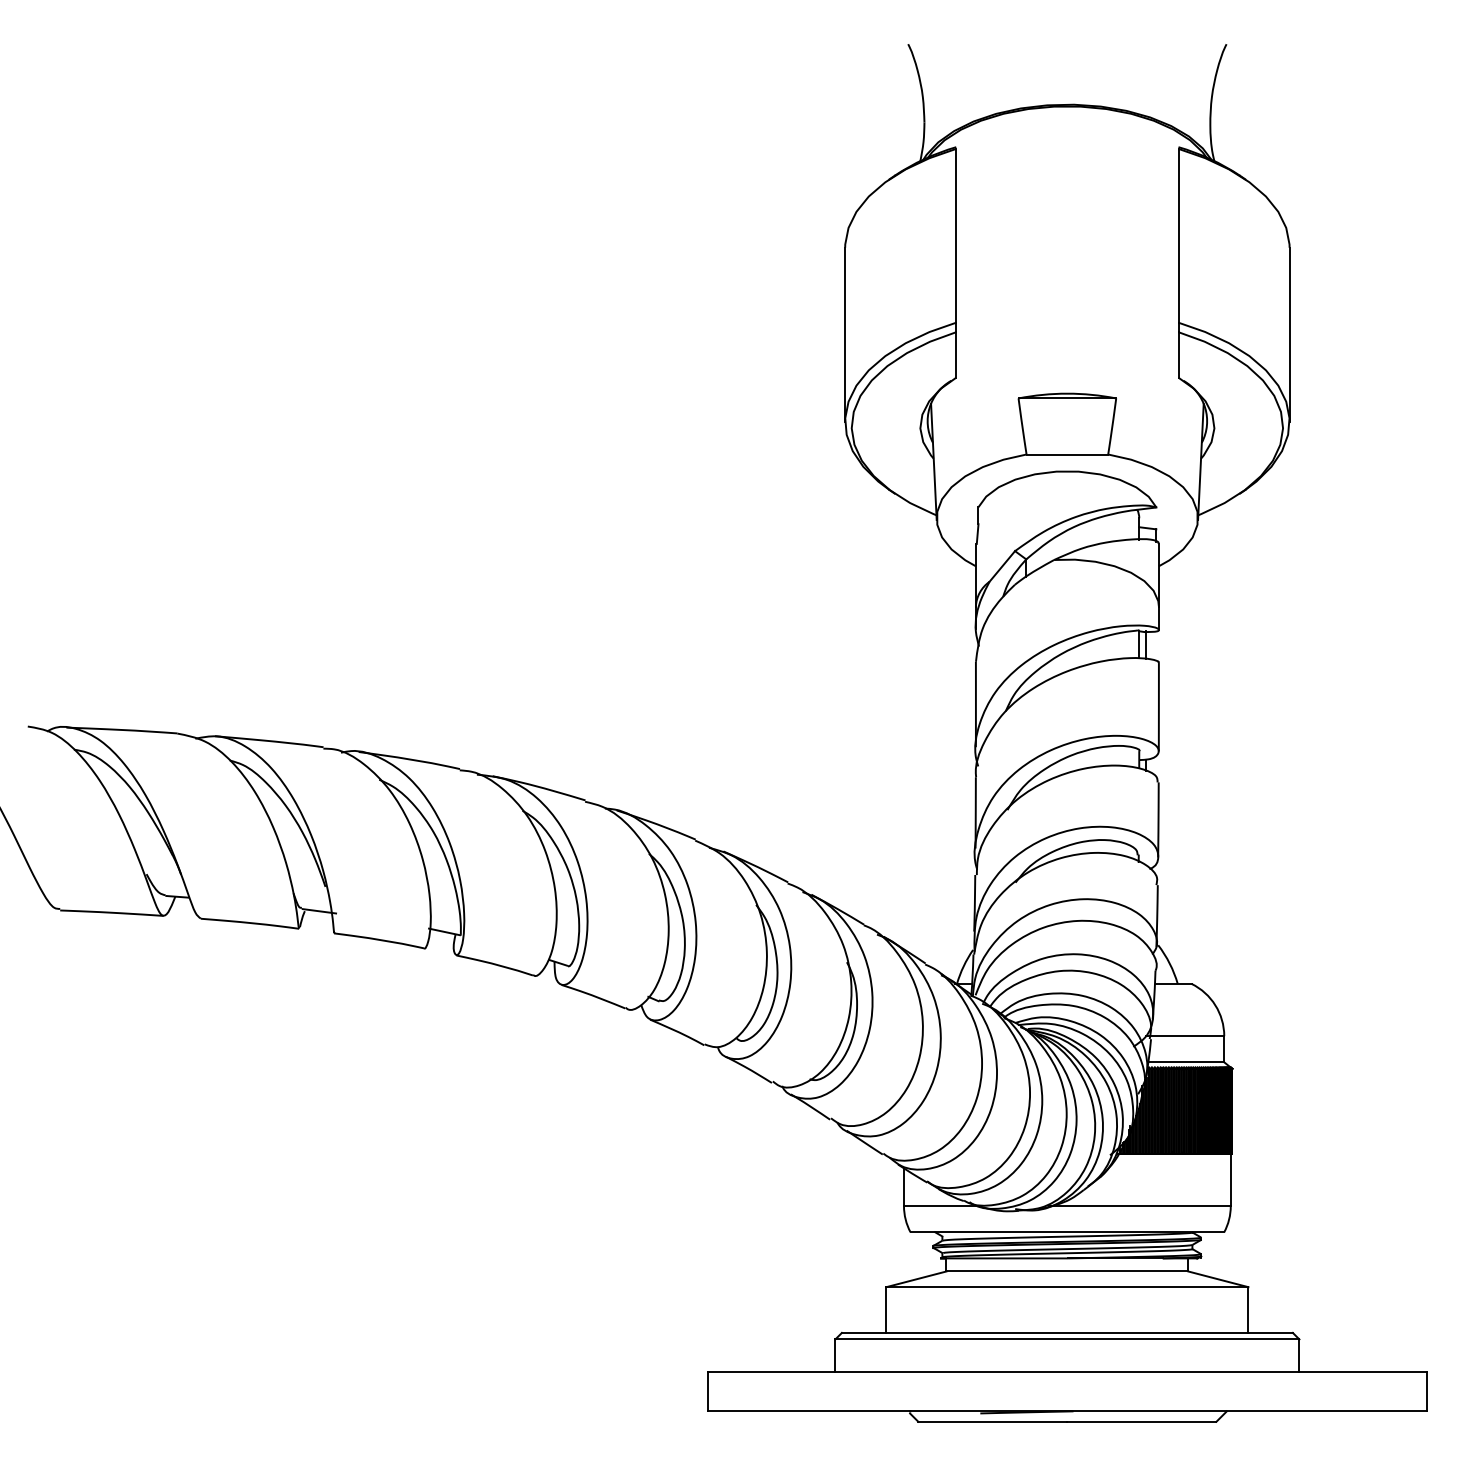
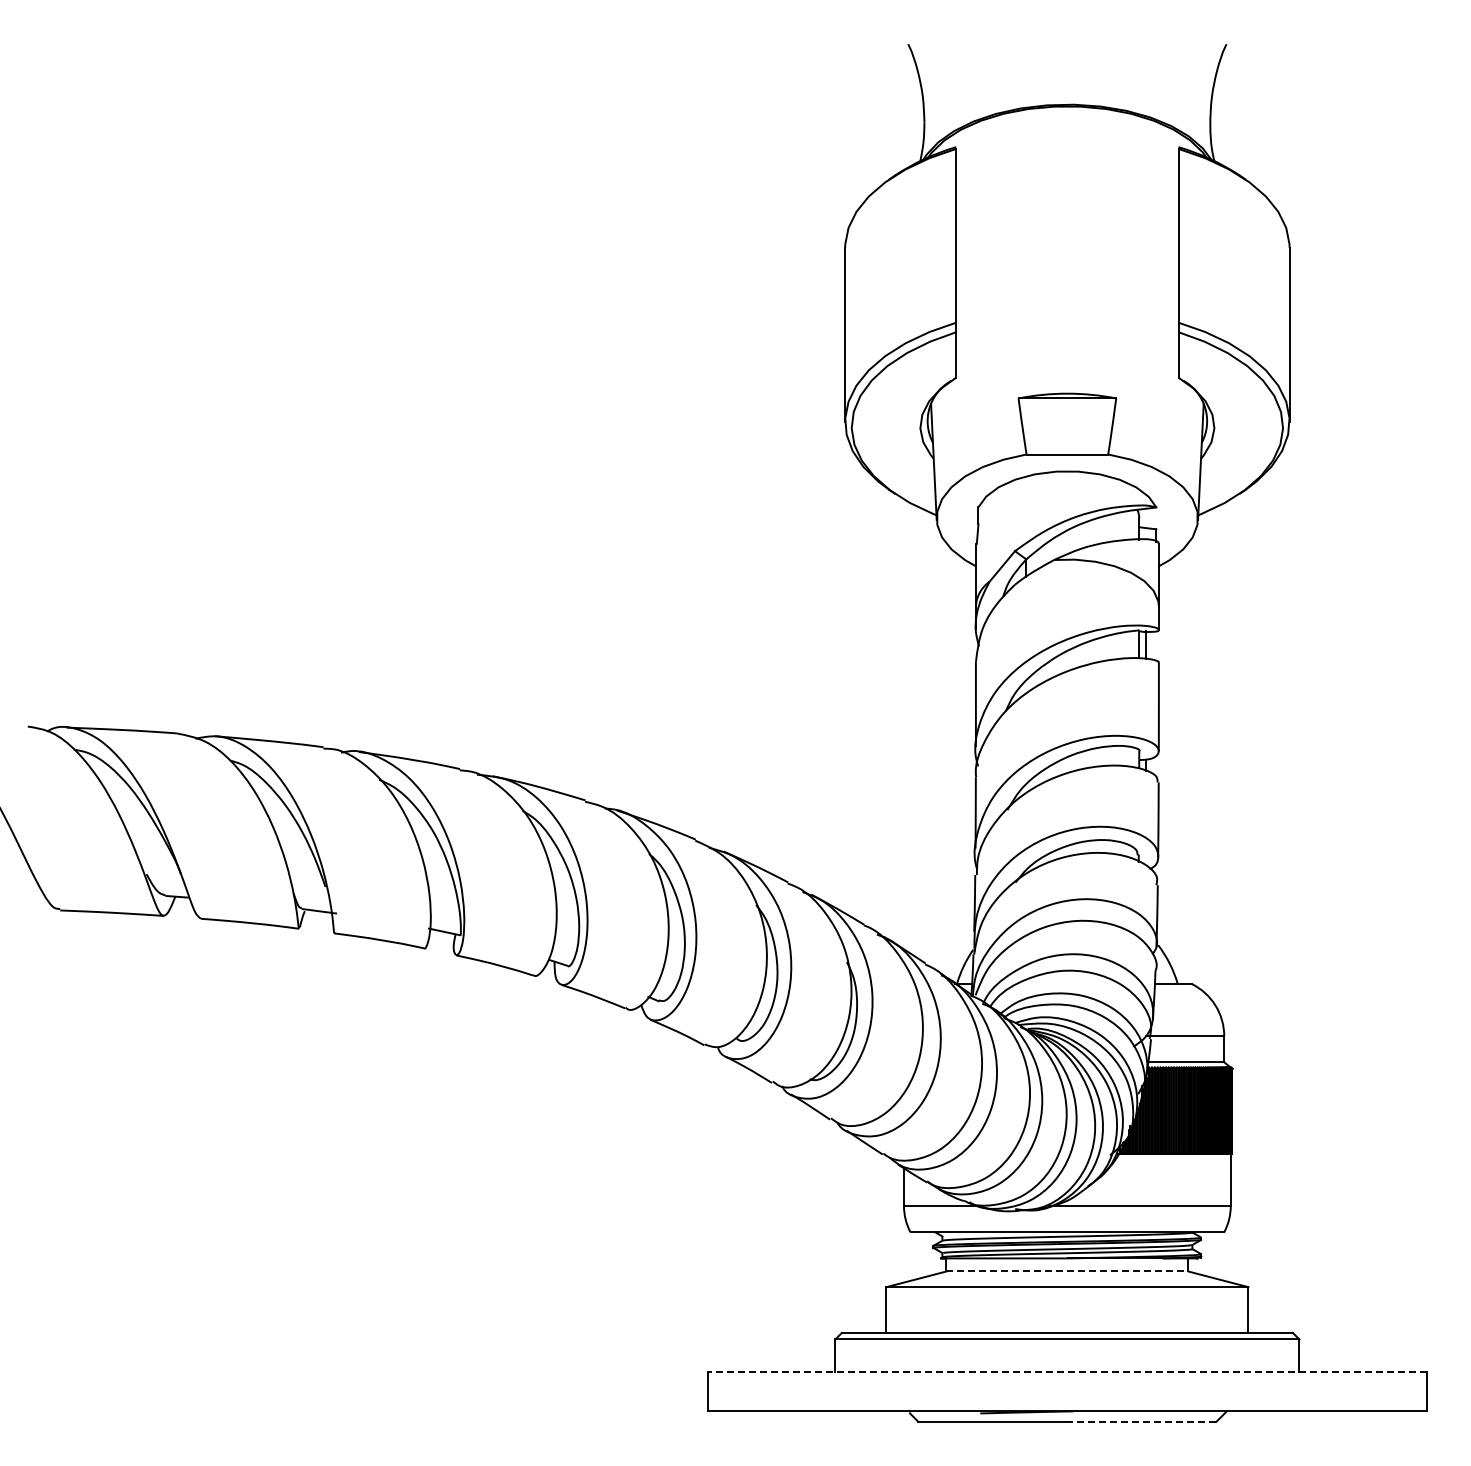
line at (1067, 1271): solid -> dashed
line at (1066, 1372): solid -> dashed
line at (1141, 1421): solid -> dashed
